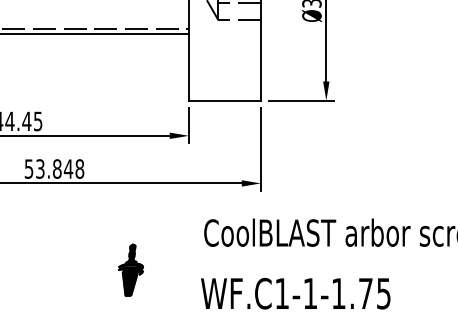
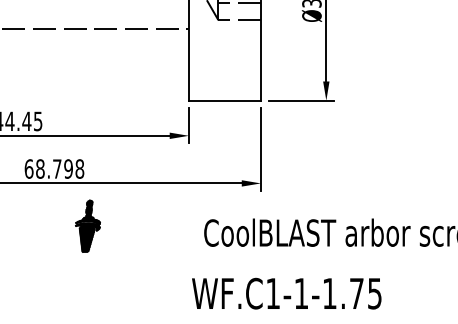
line at (95, 33): present -> none
text at (48, 168): 53.848 -> 68.798
part at (130, 269) position: (130, 269) -> (87, 225)
text at (295, 293) position: (295, 293) -> (286, 293)
